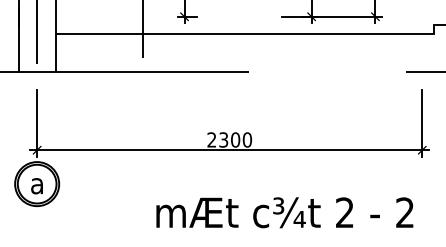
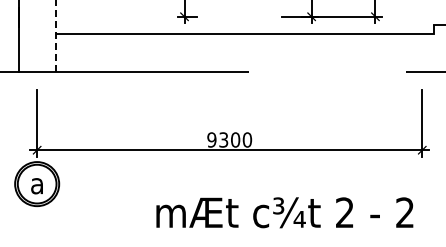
line at (142, 29): present -> none
line at (37, 32): present -> none
line at (55, 35): solid -> dashed
text at (211, 139): 2300 -> 9300
